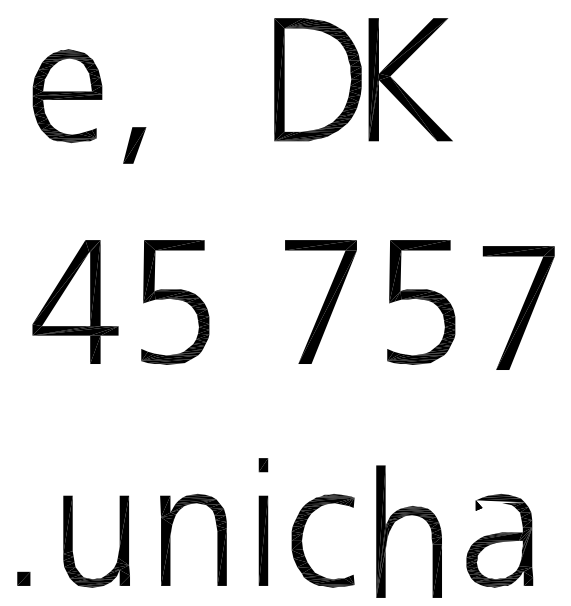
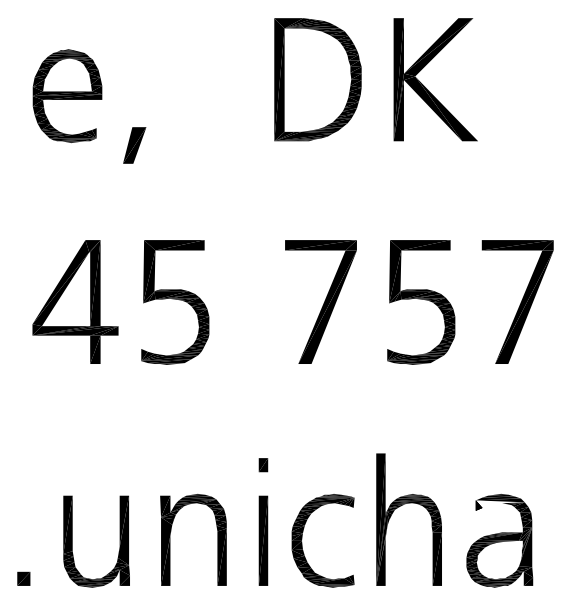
part at (401, 87) position: (401, 87) -> (426, 87)
part at (518, 307) position: (518, 307) -> (517, 301)
part at (401, 518) position: (401, 518) -> (401, 506)
